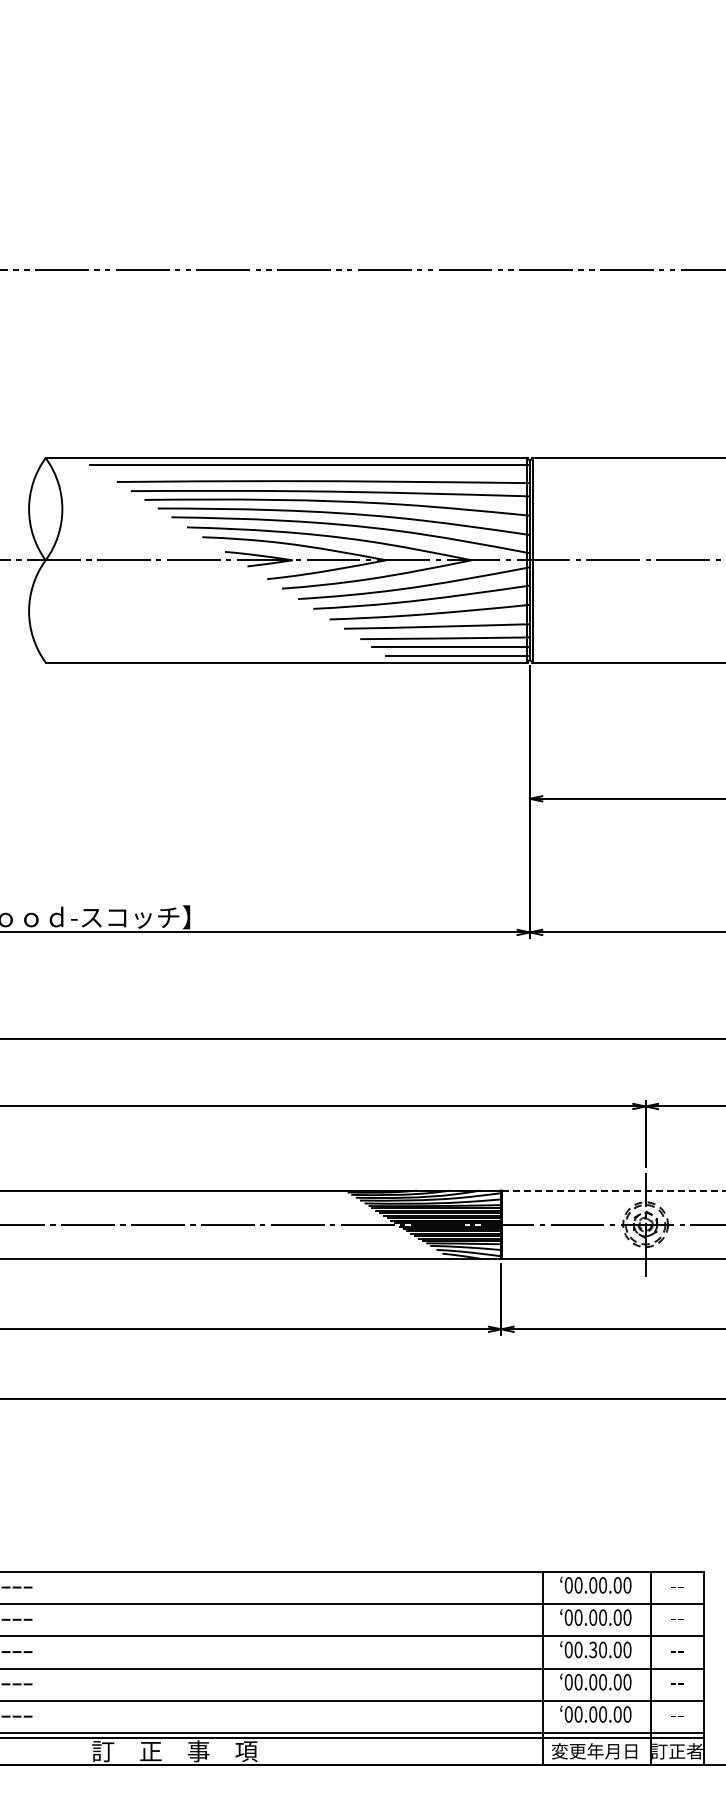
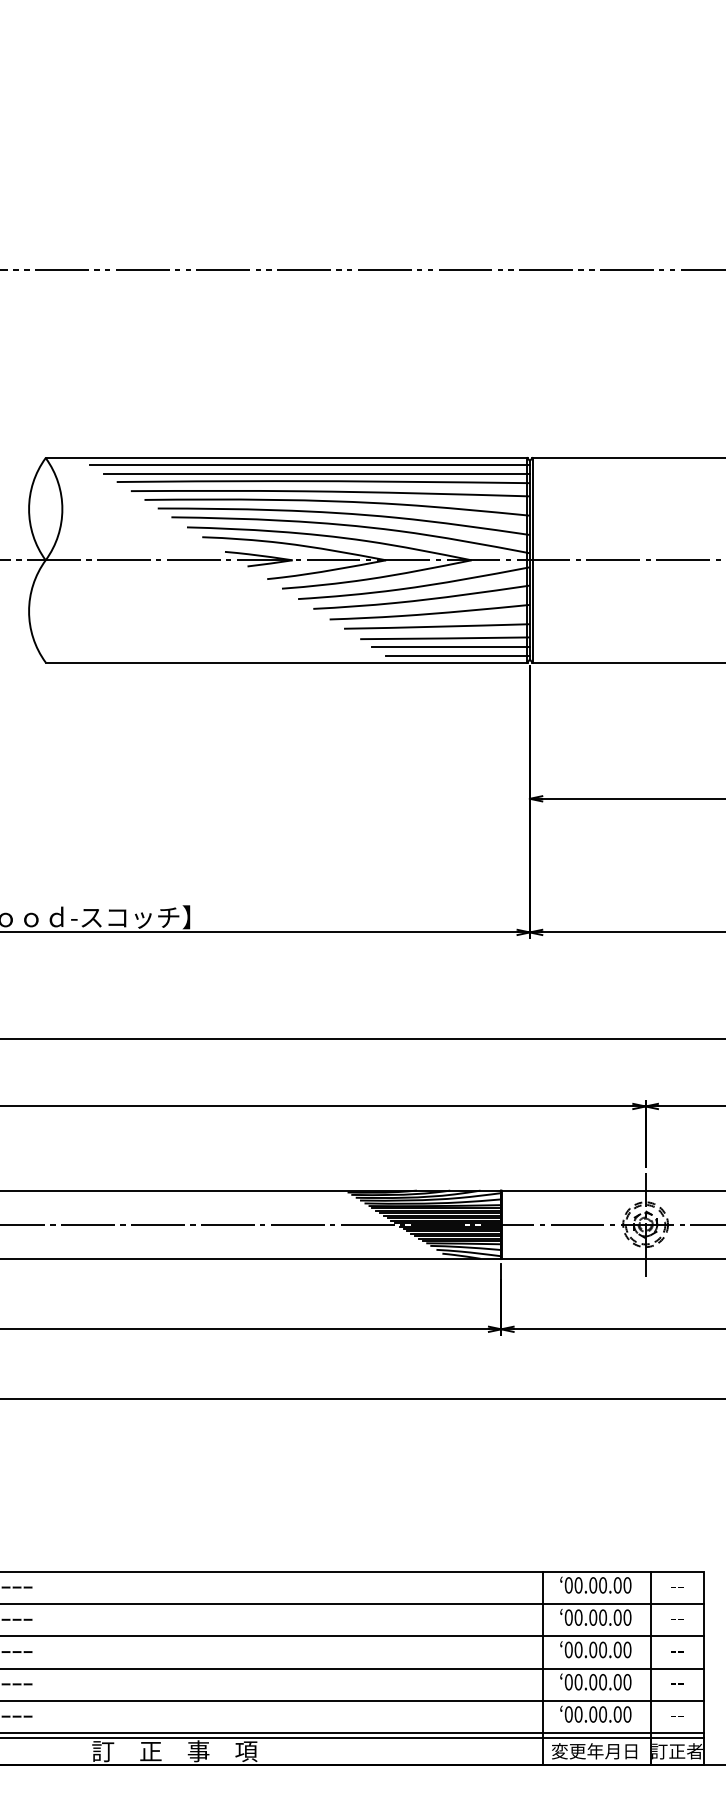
line at (316, 474): none -> present
line at (613, 1190): dashed -> solid
text at (593, 1650): 00.30.00 -> 00.00.00
